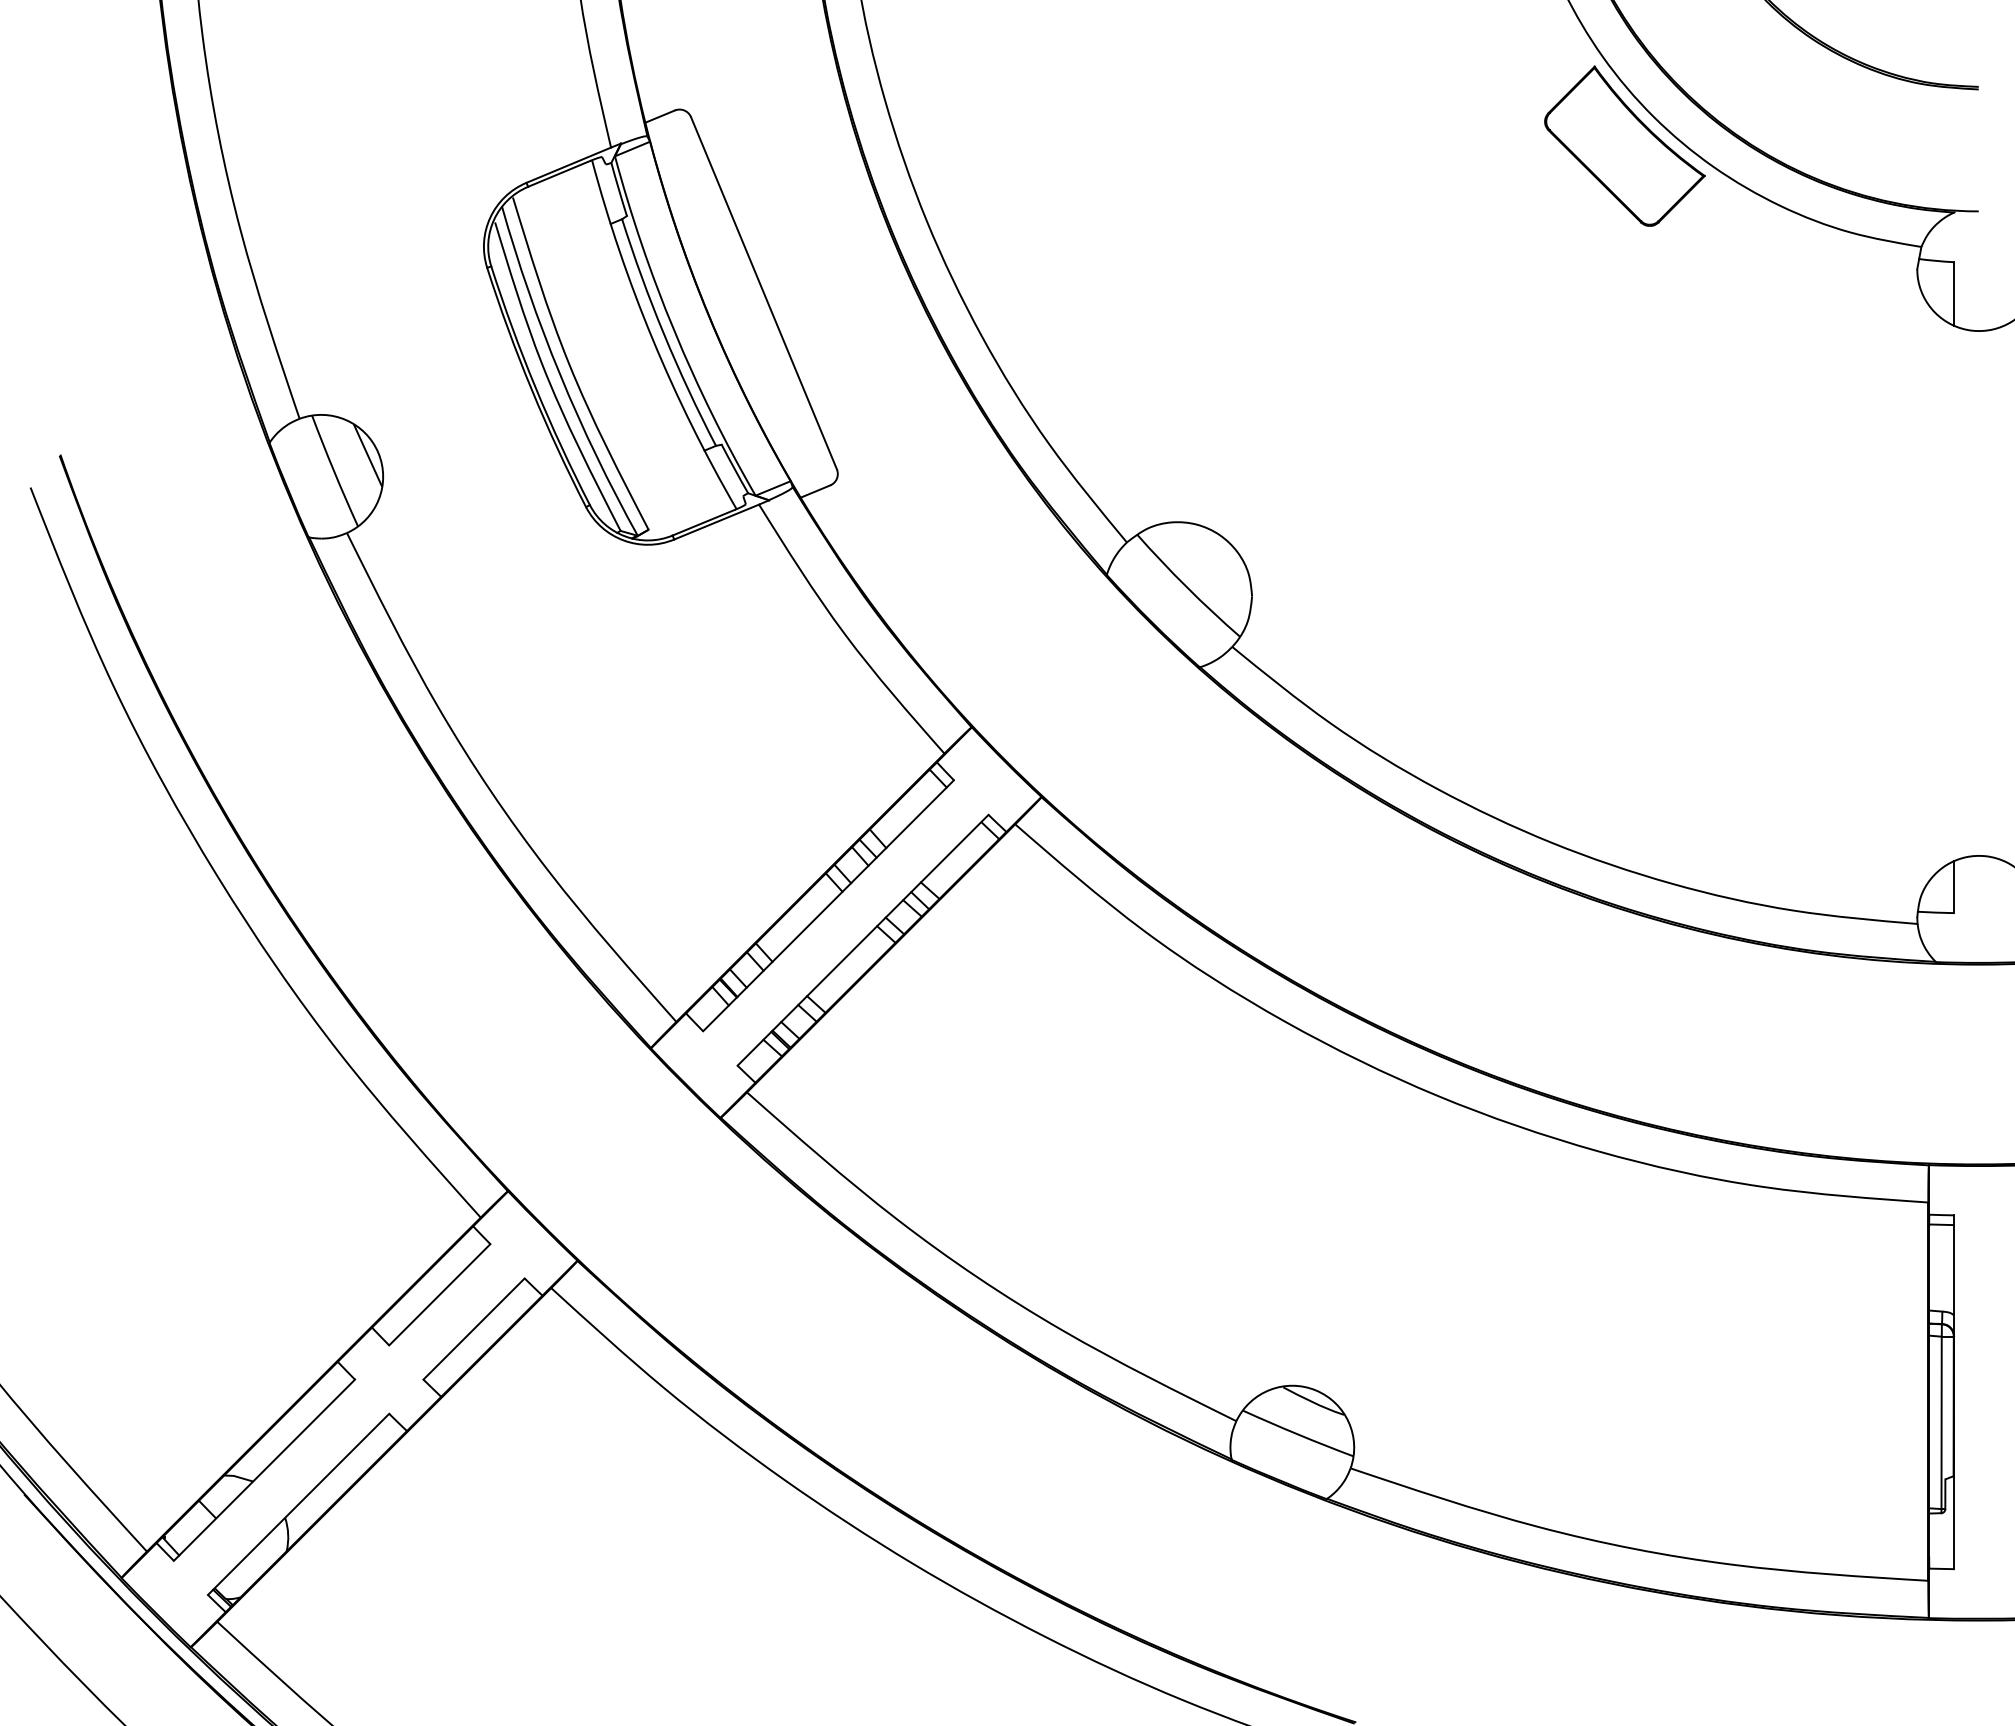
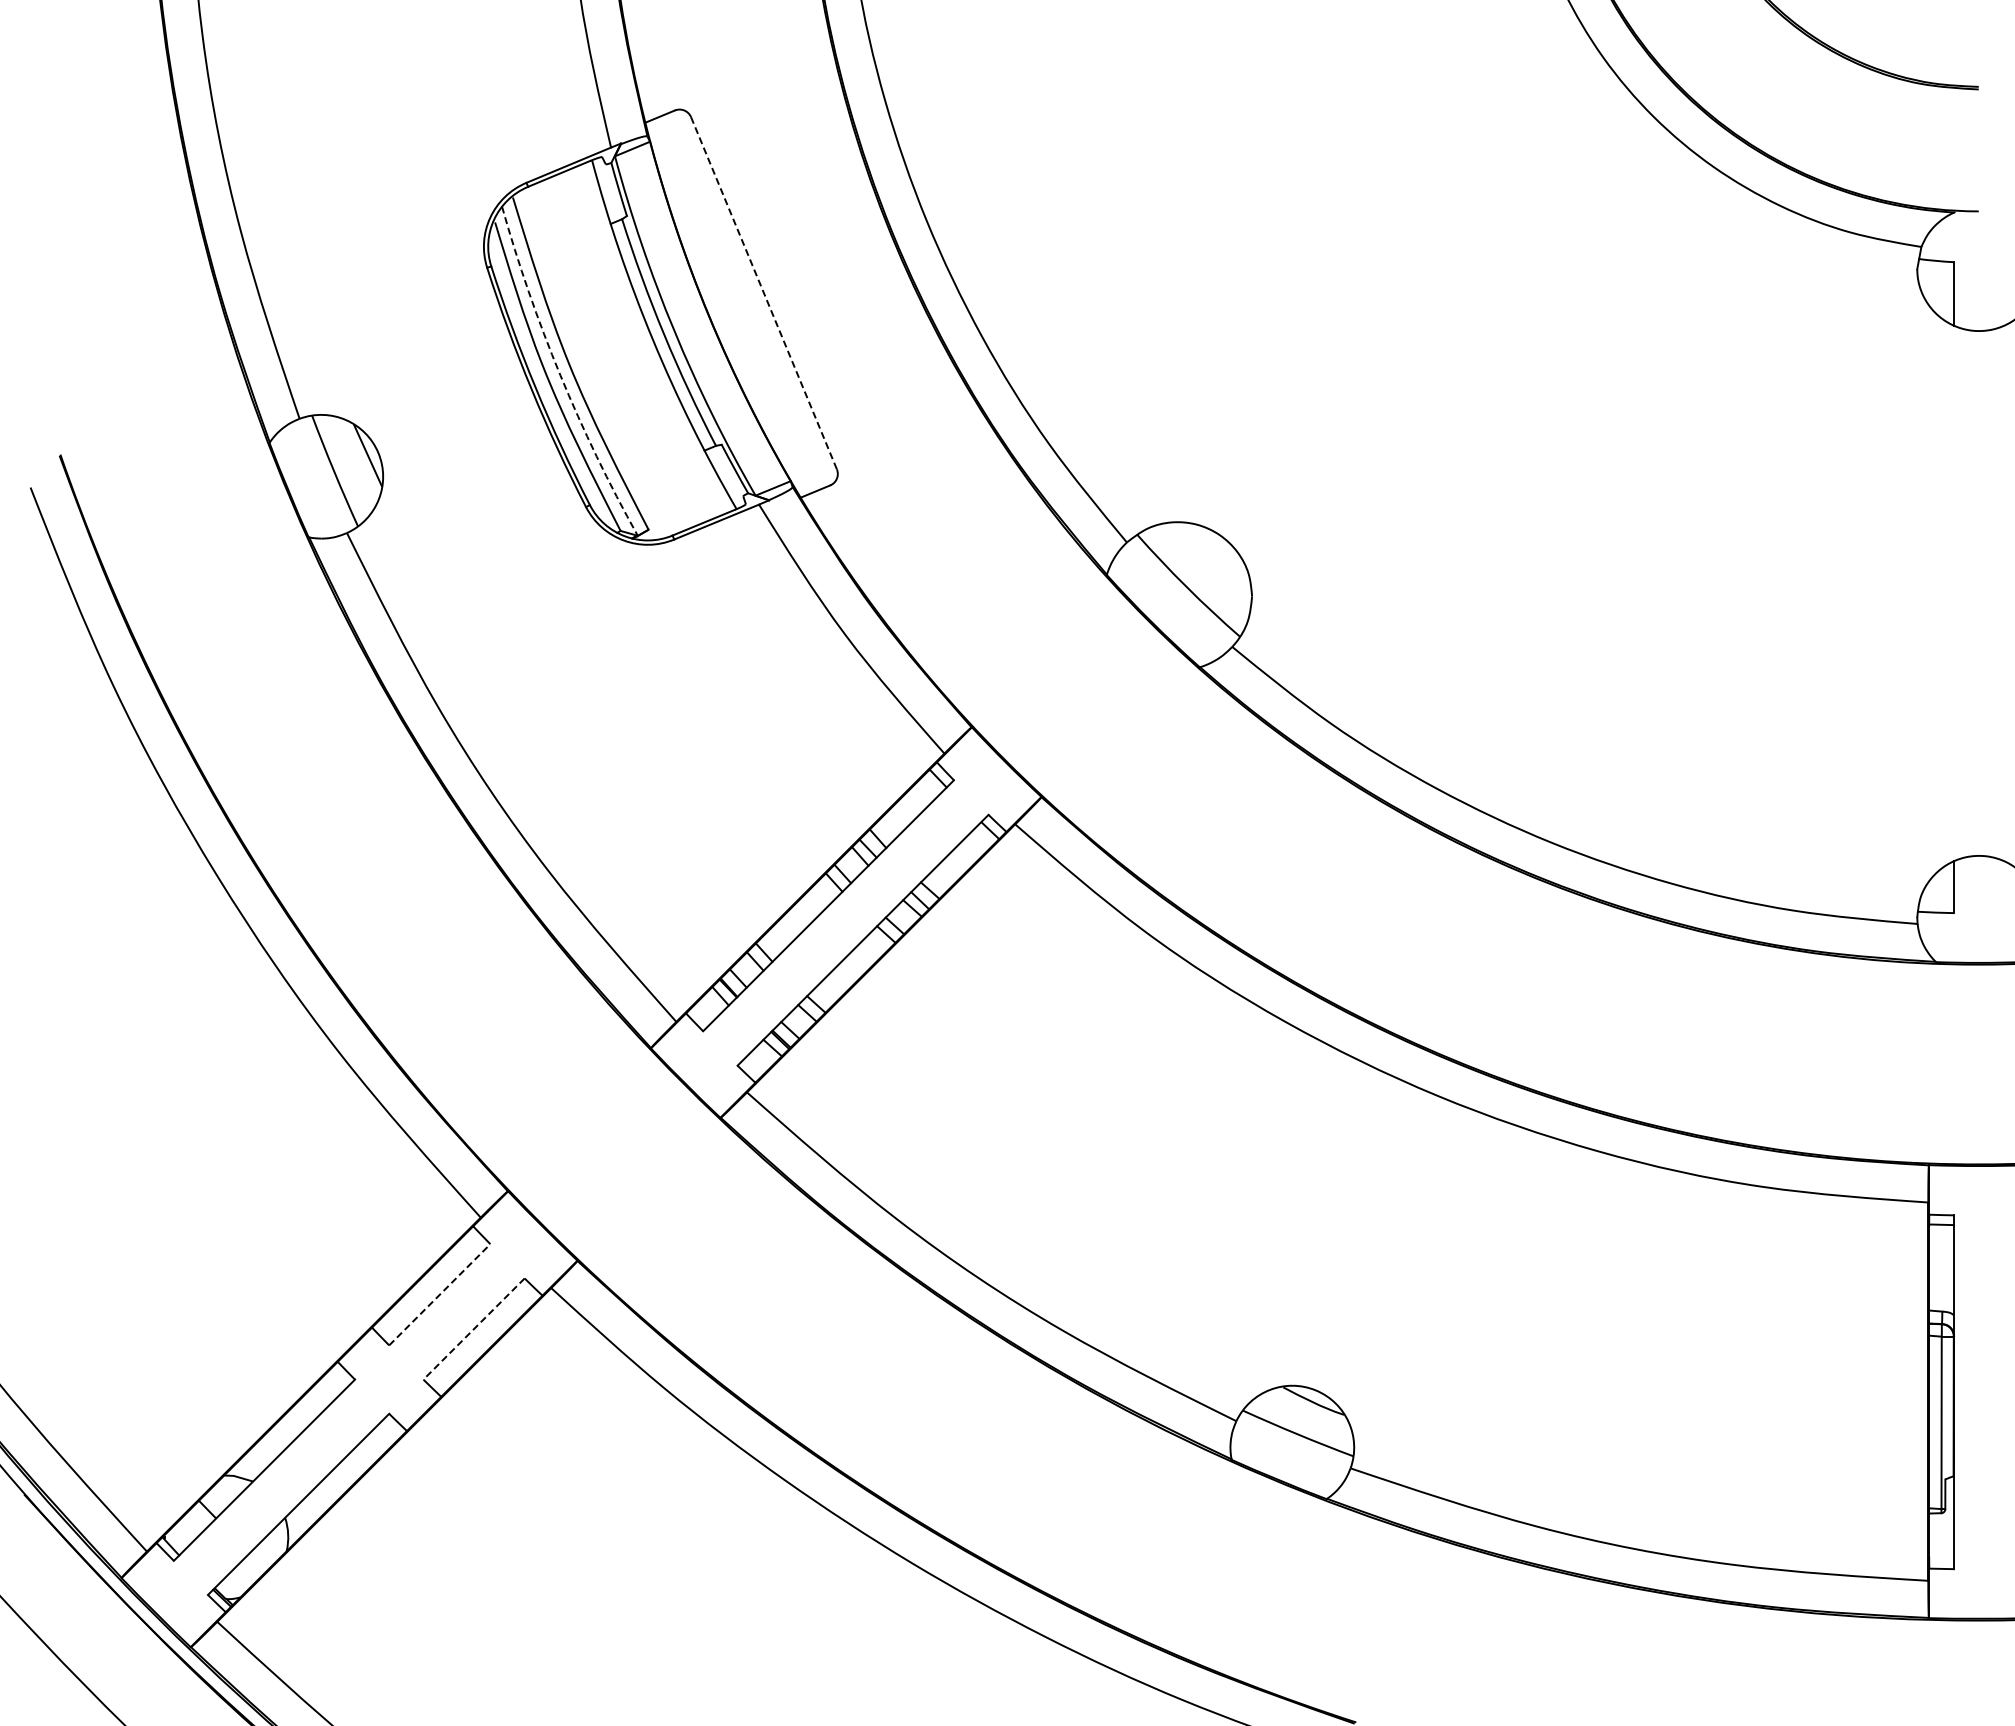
part at (1624, 145): present -> none
line at (763, 293): solid -> dashed
arc at (560, 375): solid -> dashed
line at (439, 1294): solid -> dashed
line at (474, 1329): solid -> dashed
